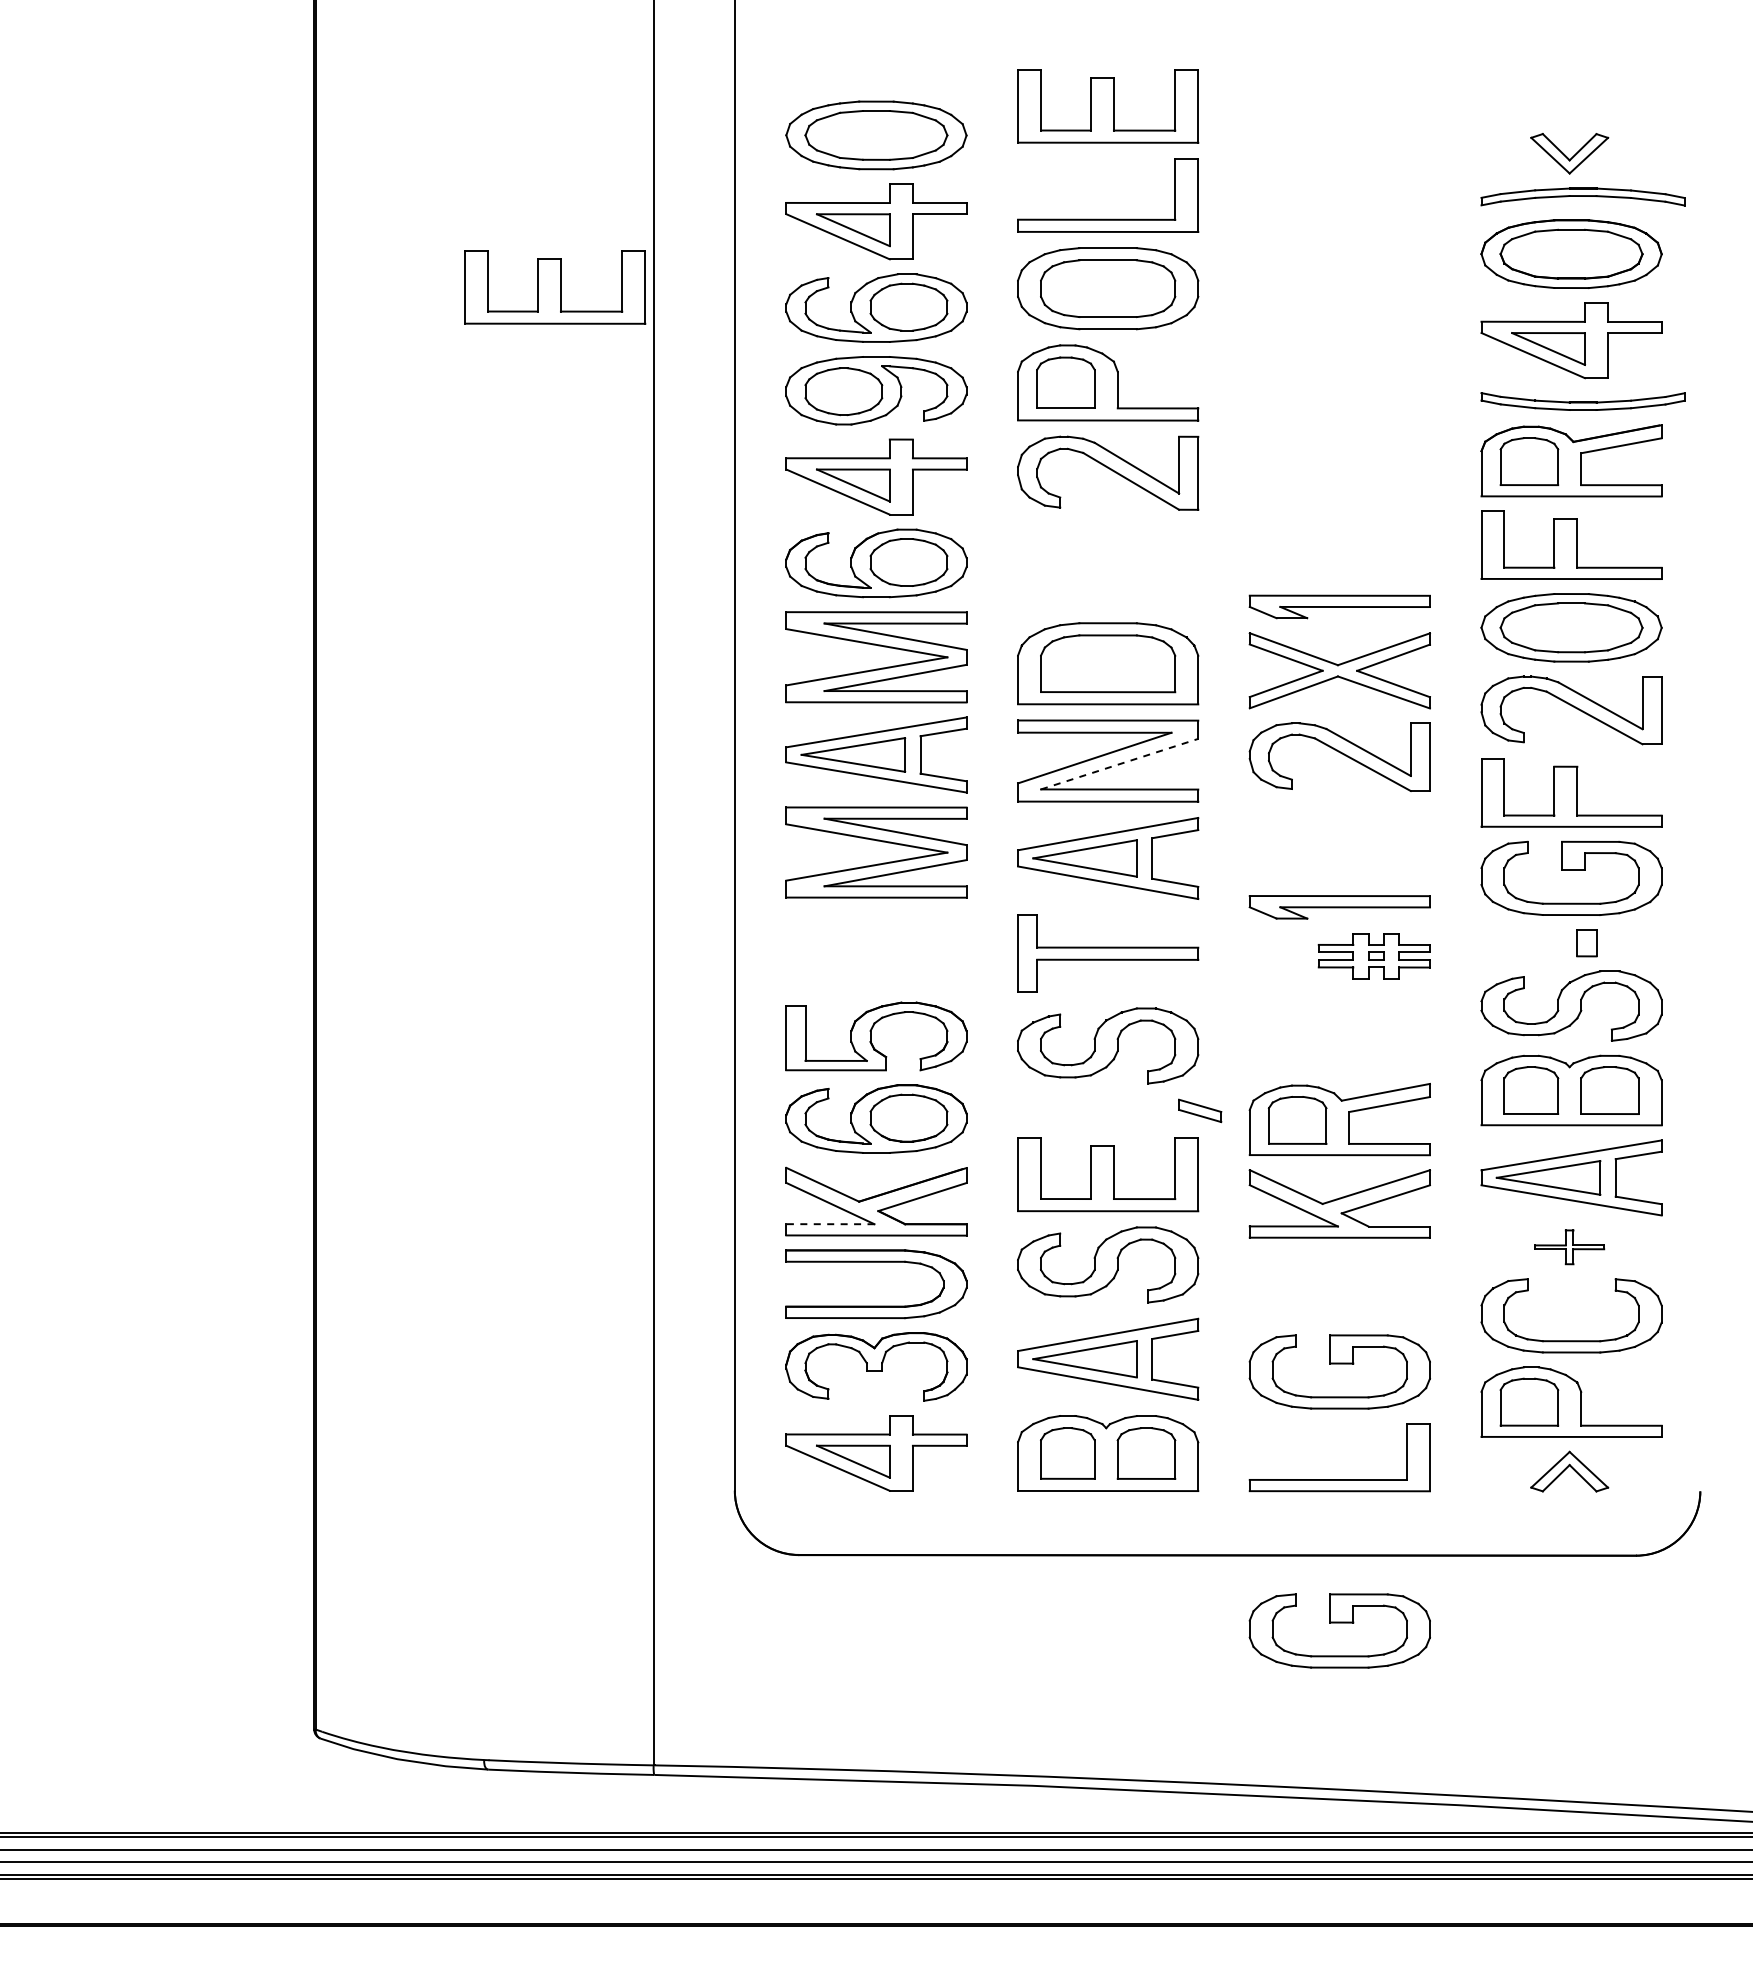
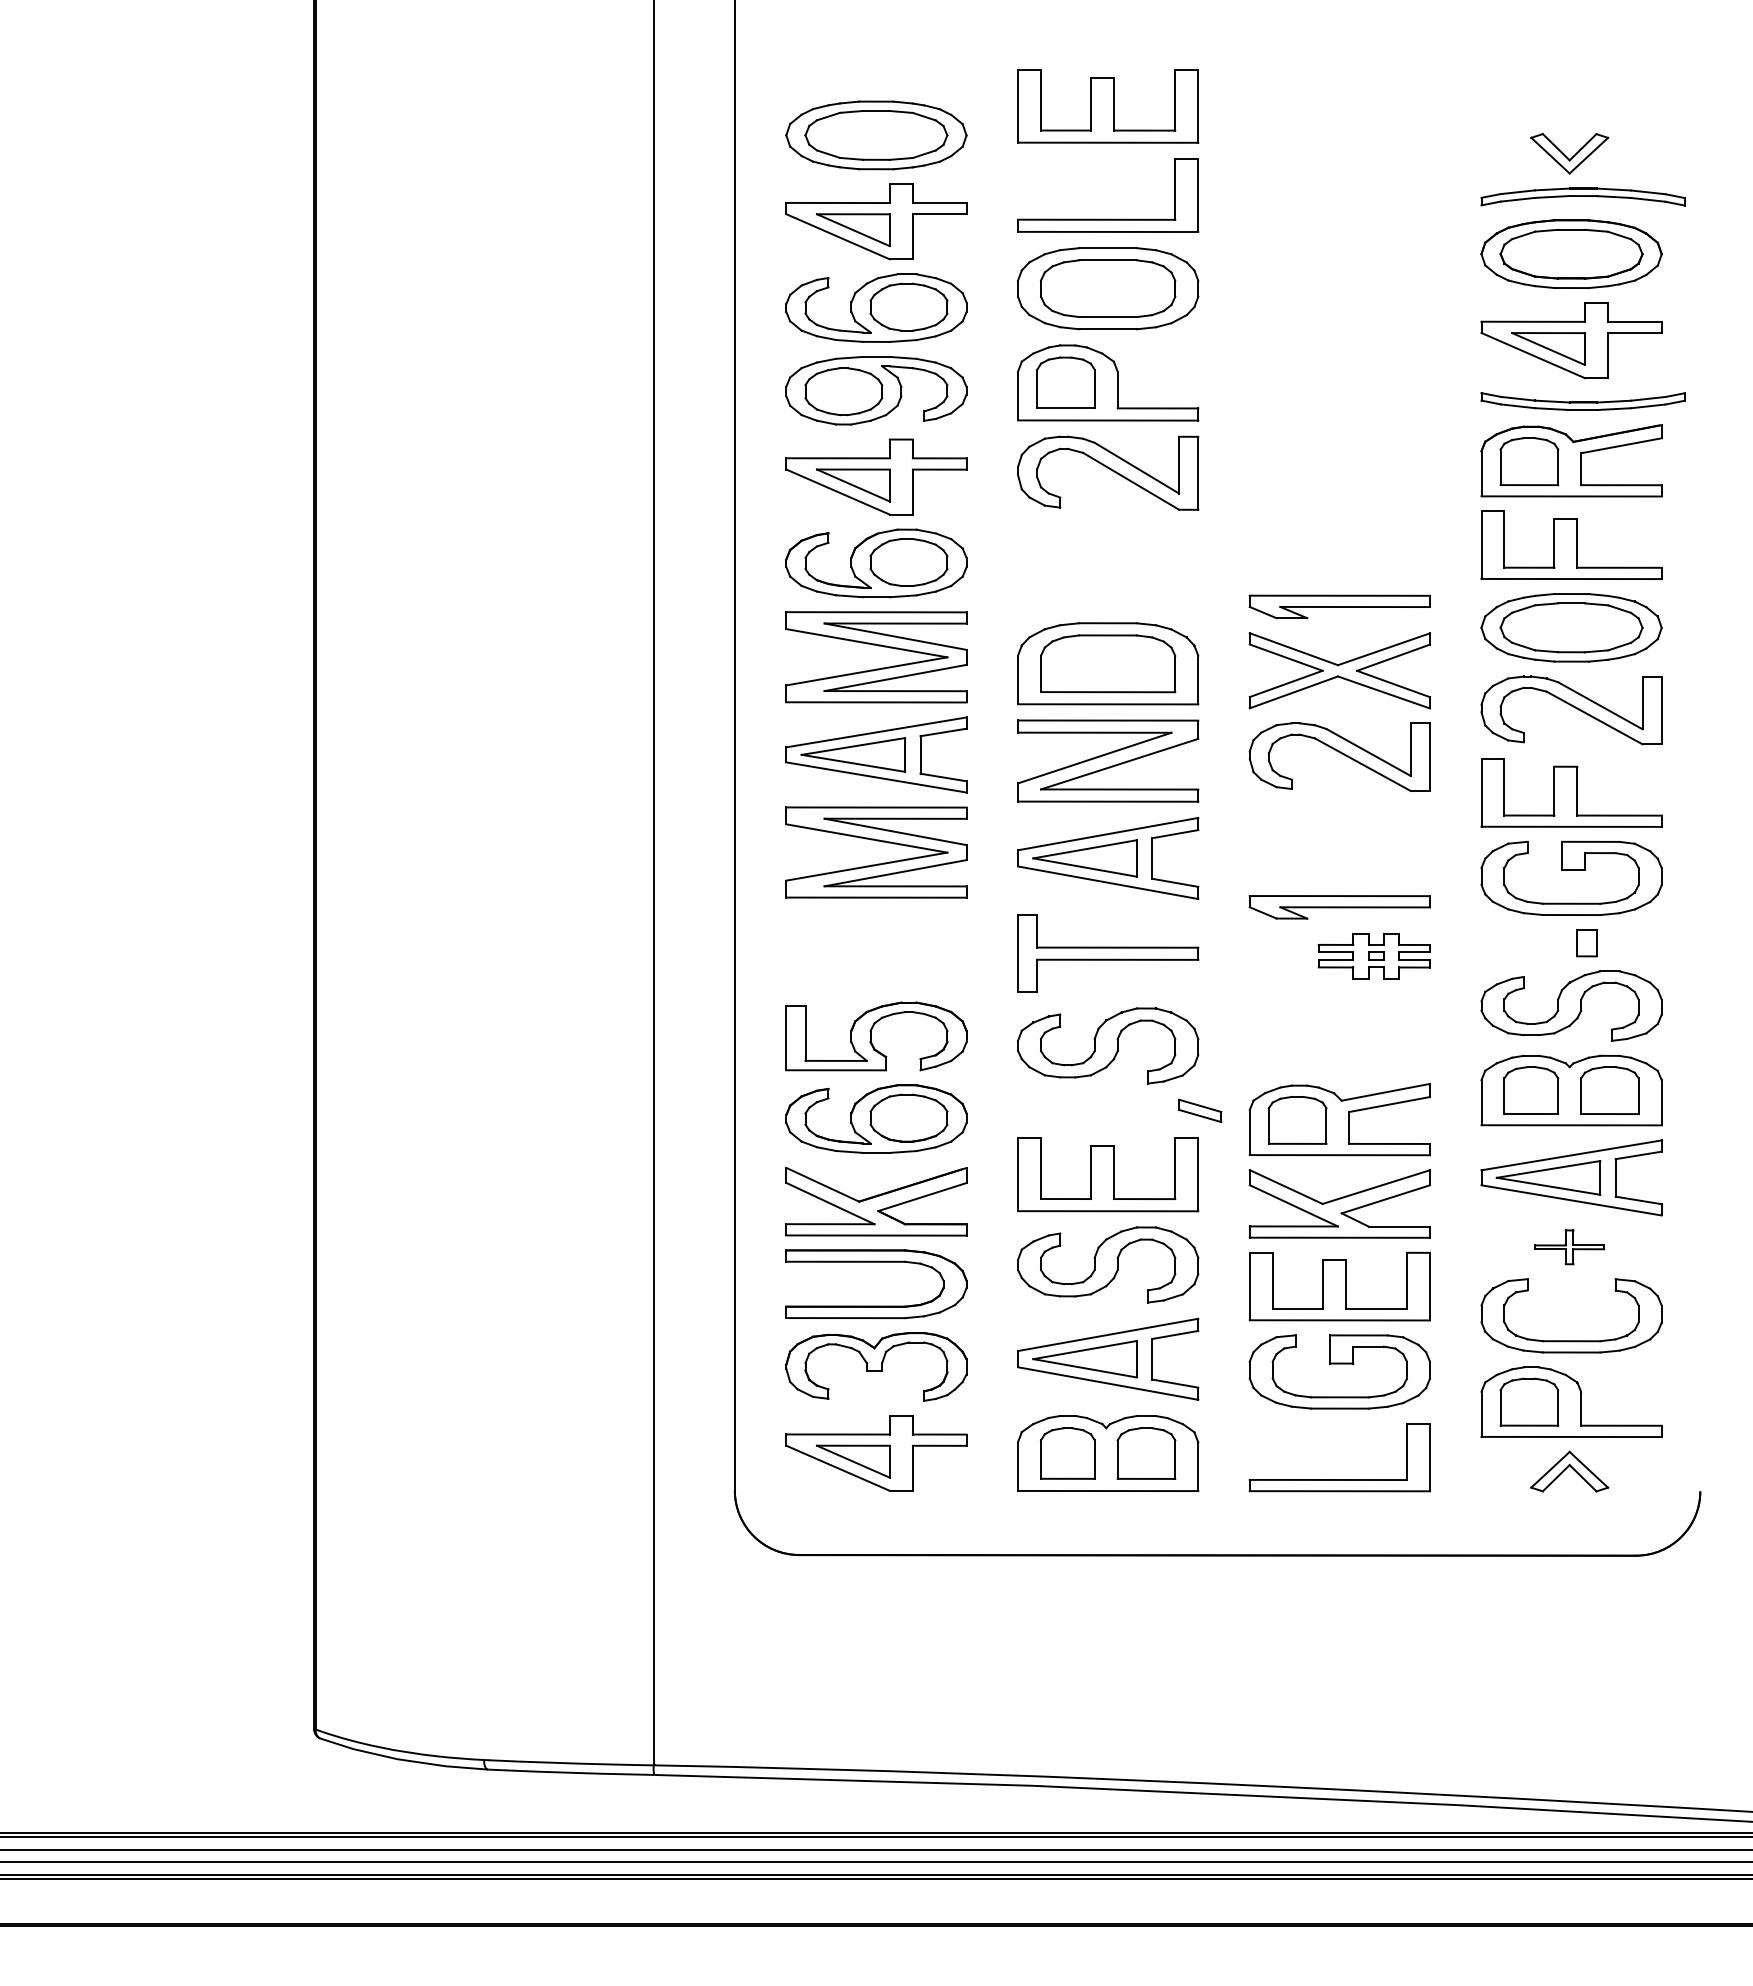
part at (555, 287): present -> none
line at (1119, 764): dashed -> solid
line at (829, 1224): dashed -> solid
part at (1339, 1286): none -> present
part at (1339, 1623): present -> none
